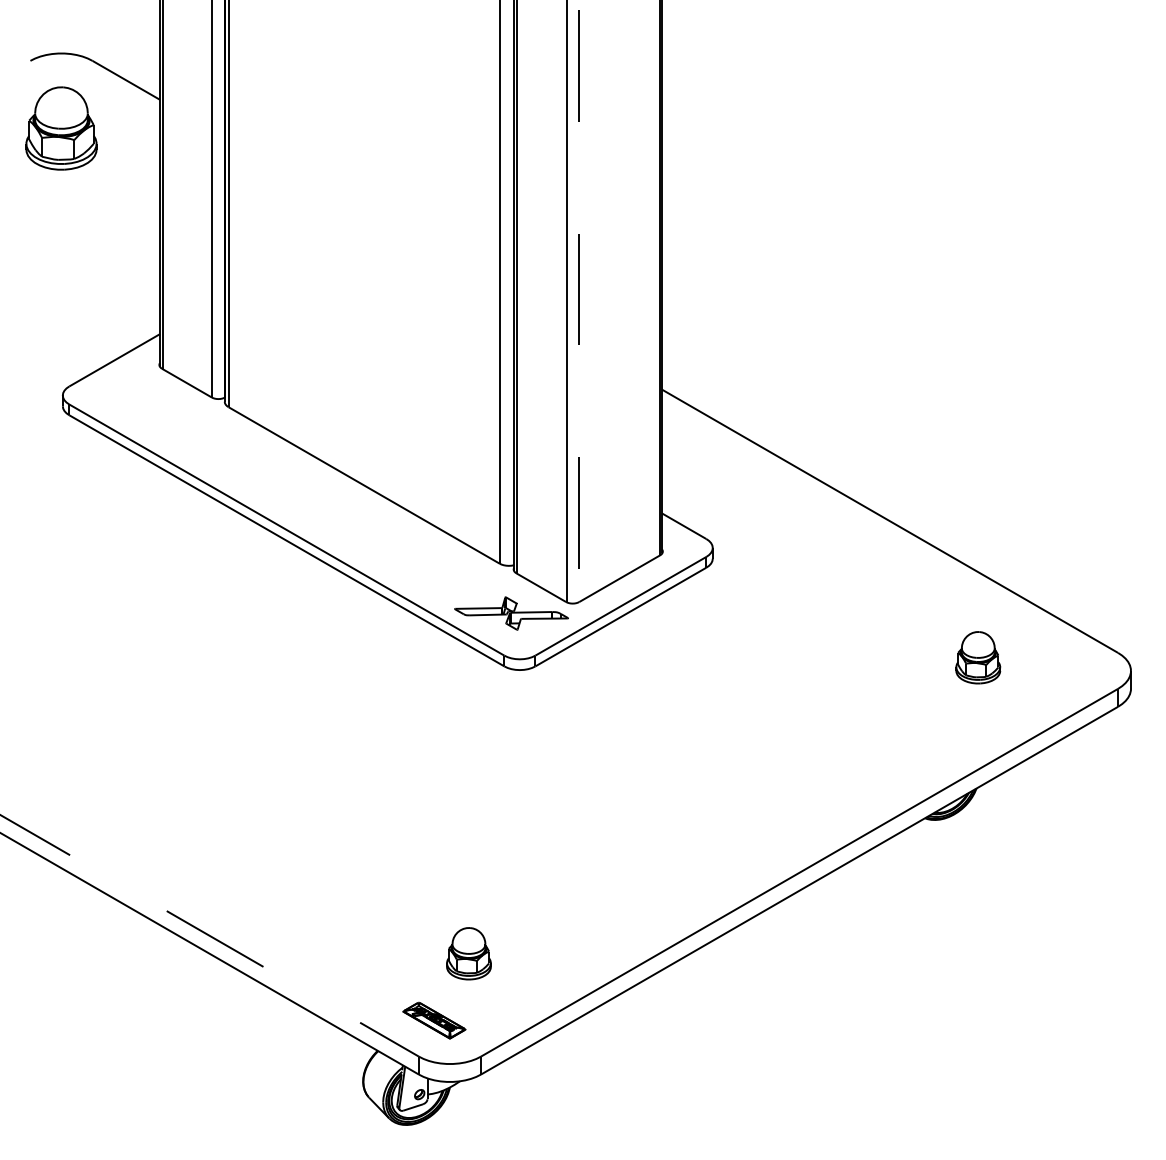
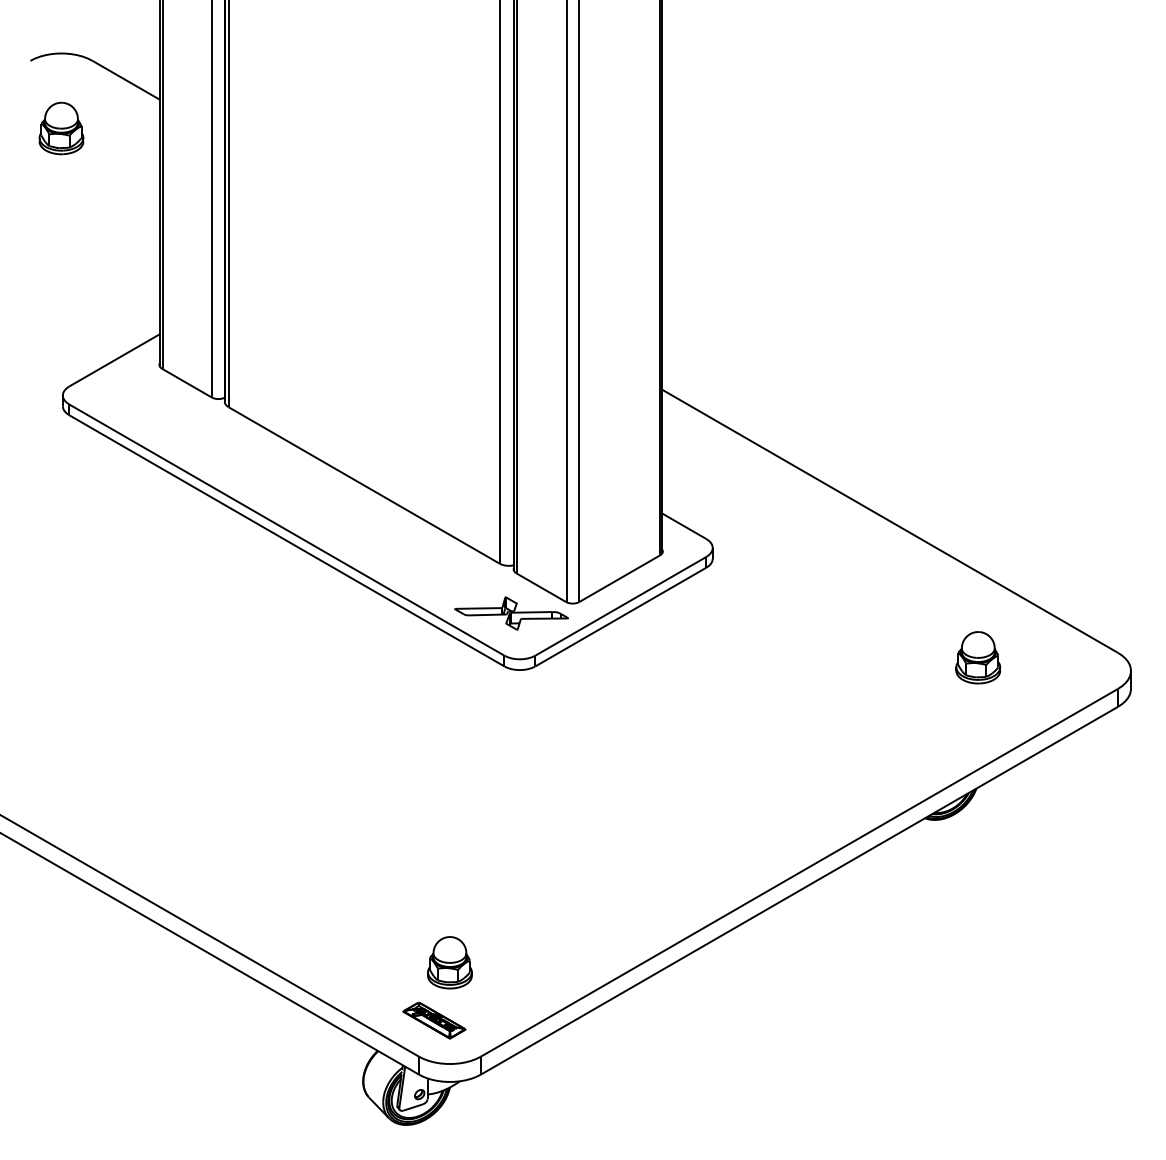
part at (61, 128) size: 73x85 px -> 47x55 px
line at (578, 301): dashed -> solid
line at (209, 935): dashed -> solid
part at (468, 953) position: (468, 953) -> (449, 962)
